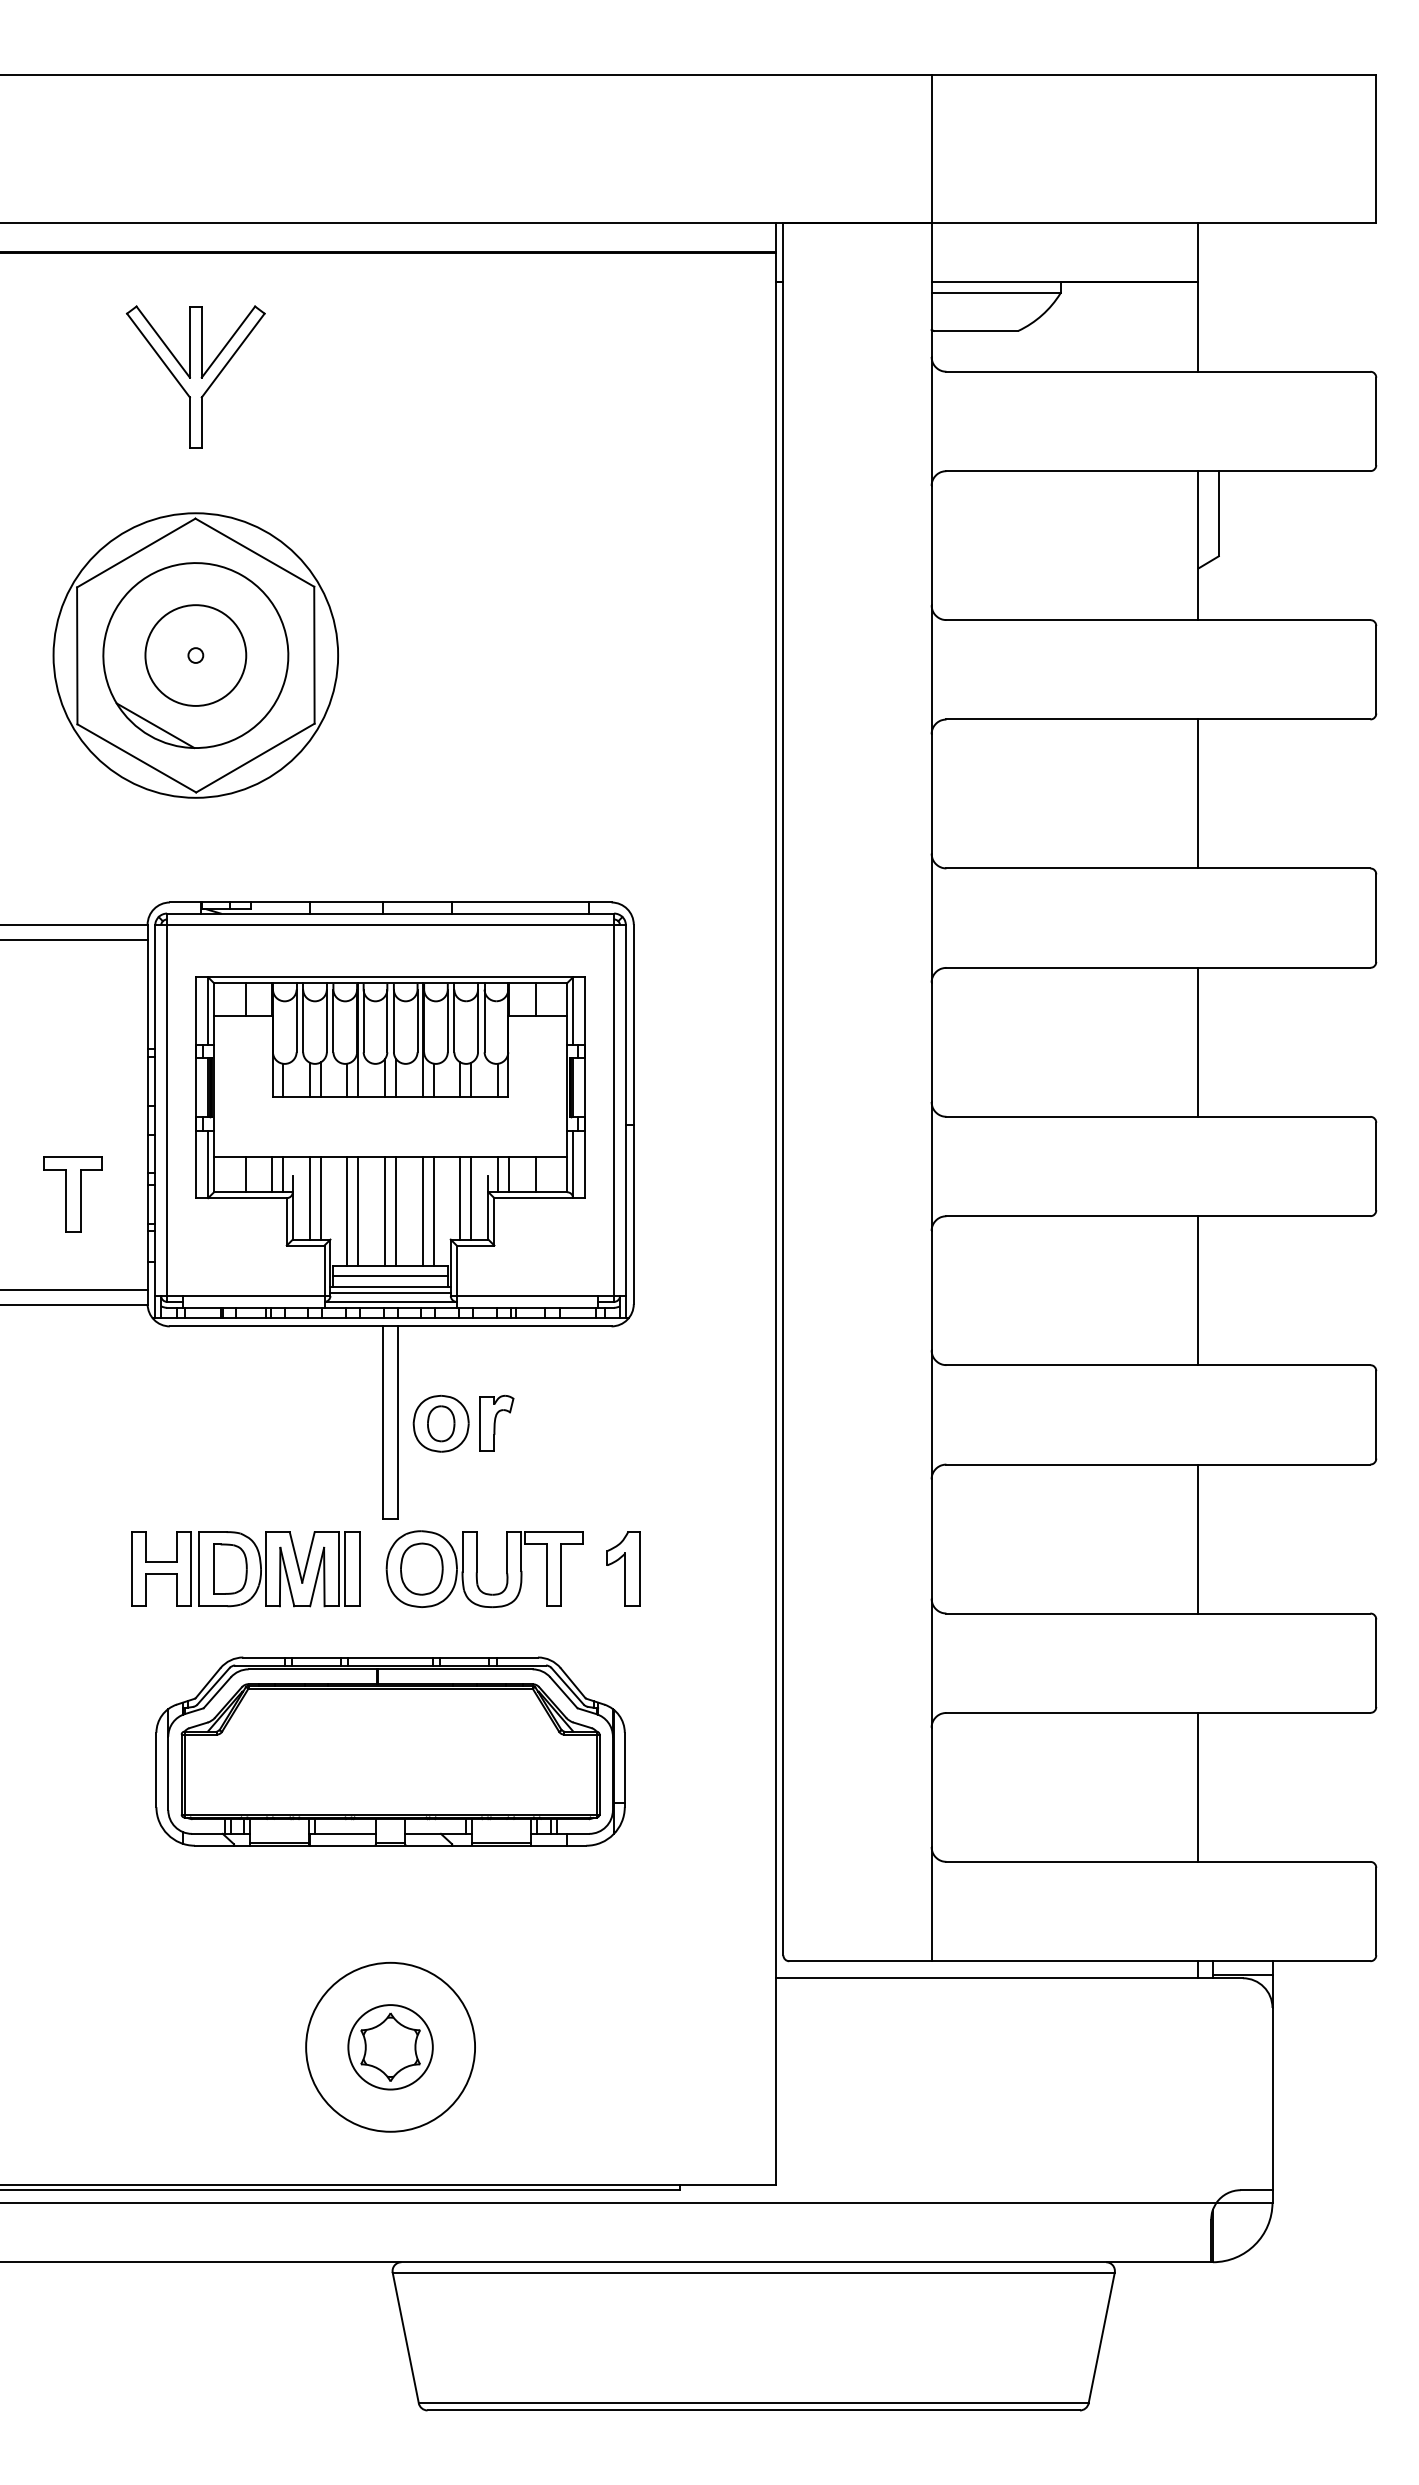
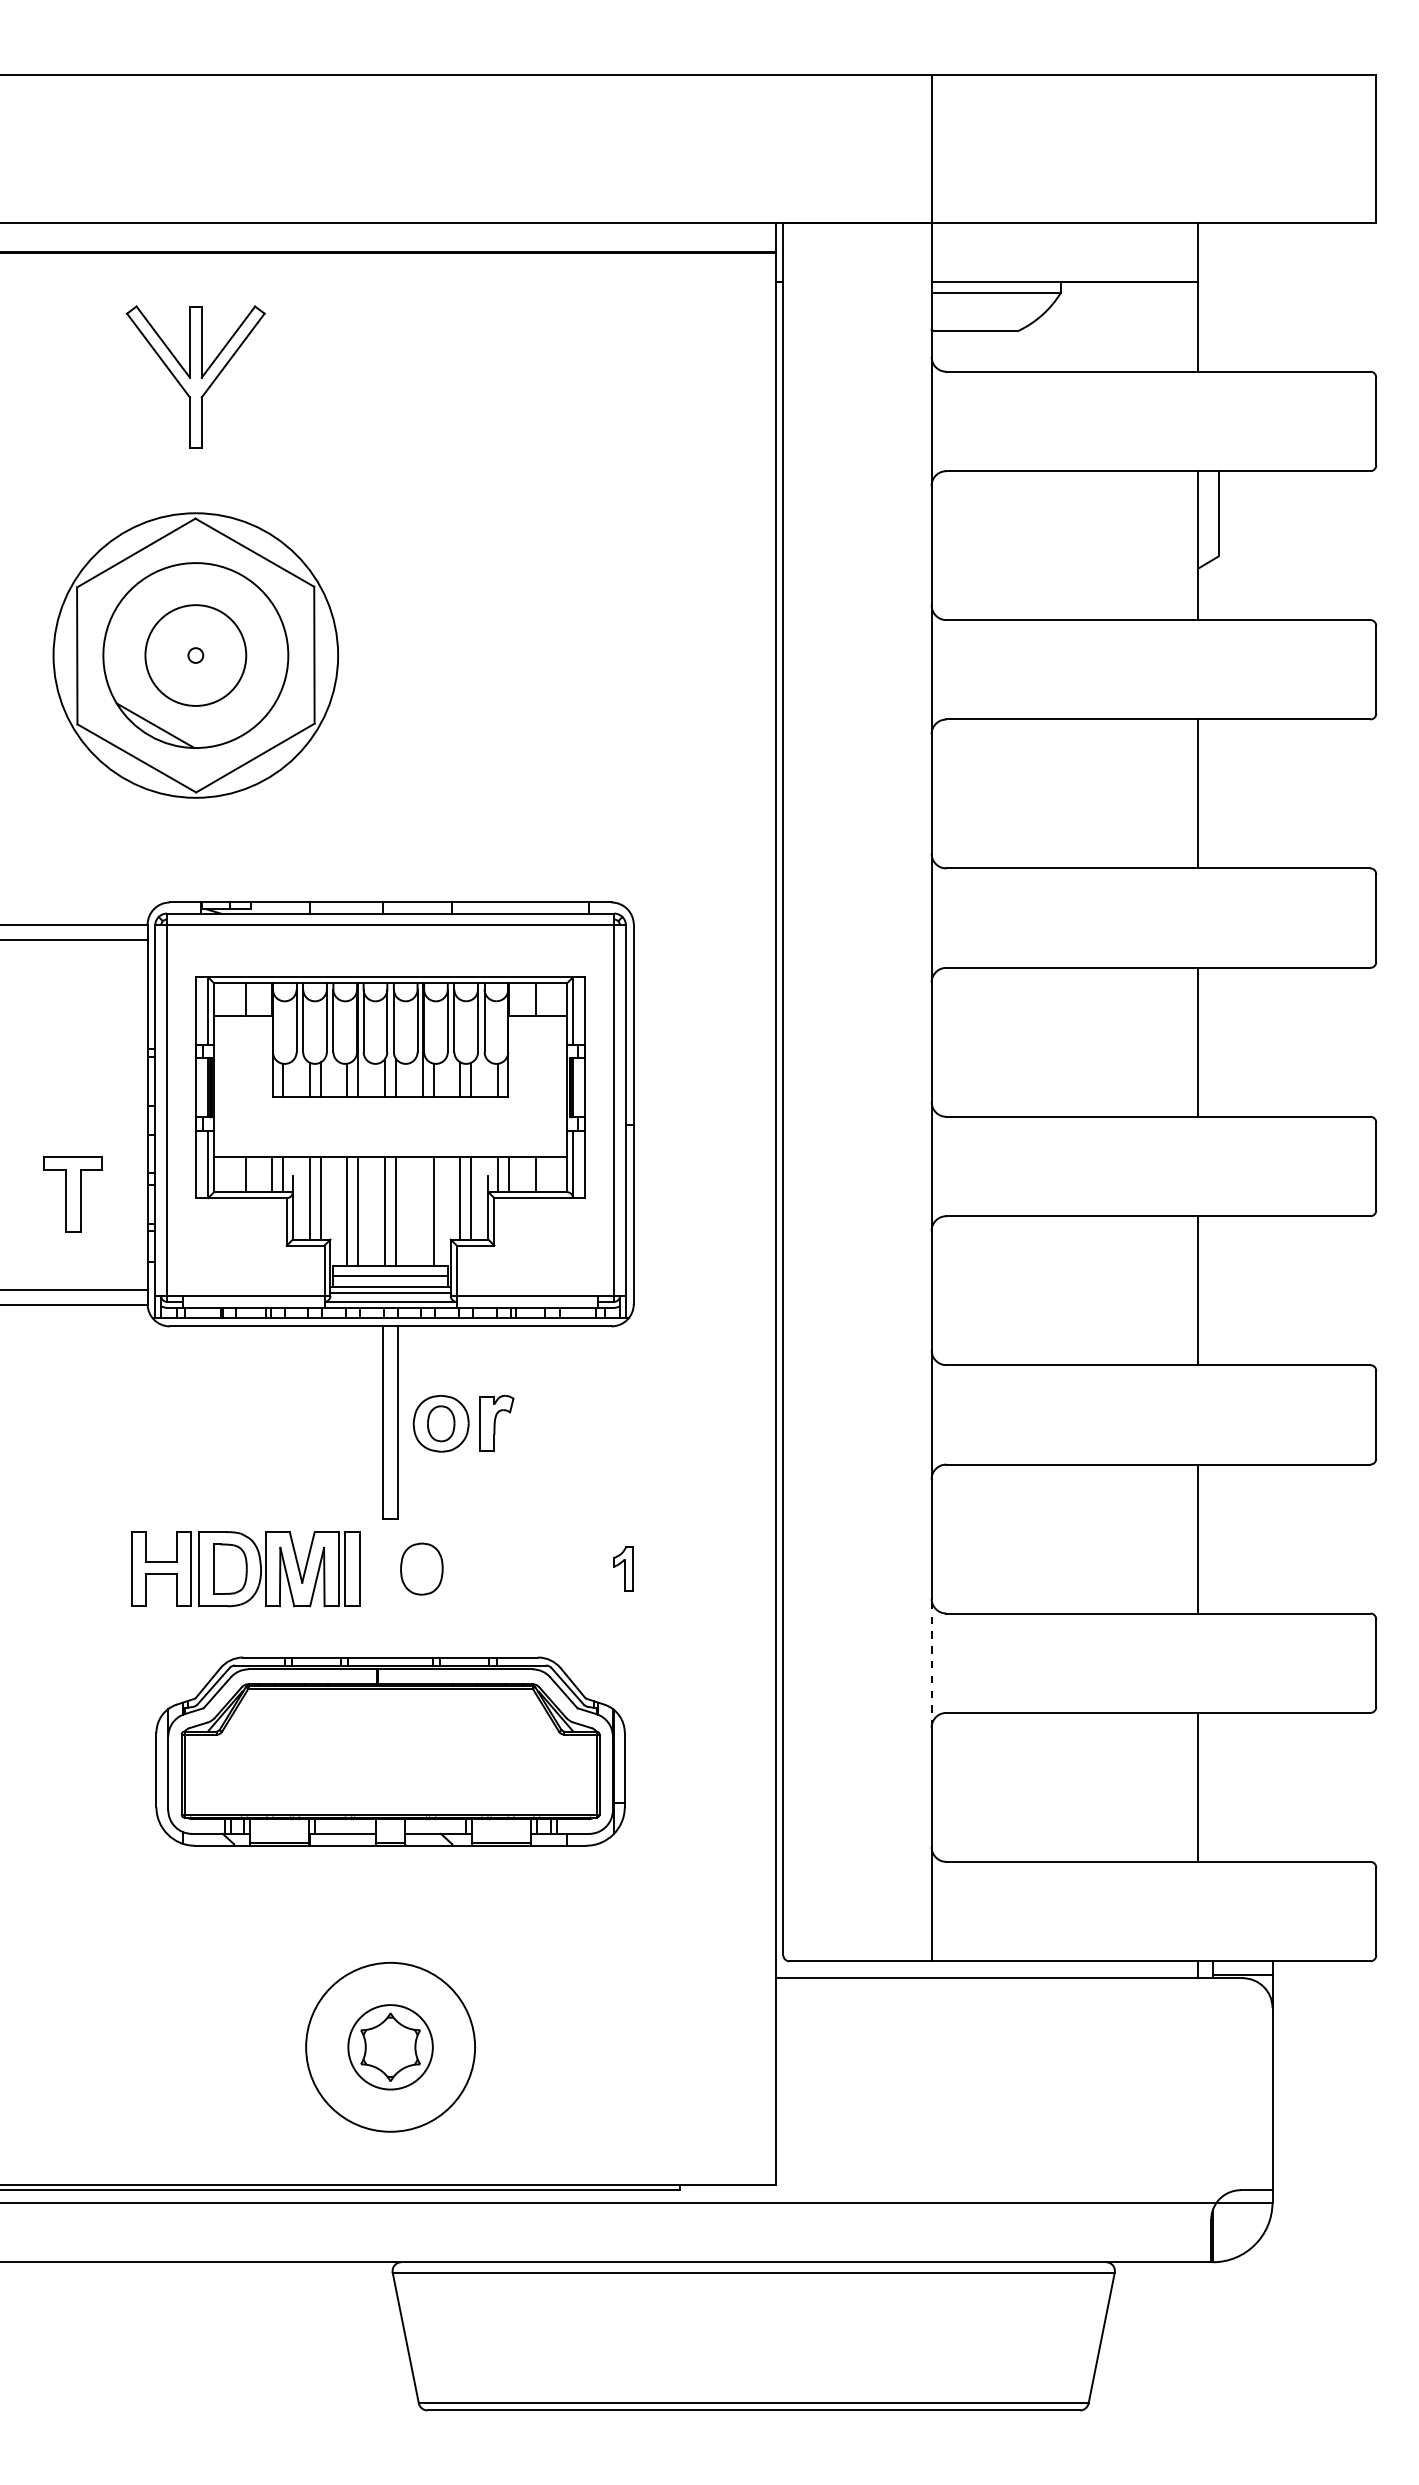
line at (422, 1210): present -> none
part at (623, 1568) size: 35x76 px -> 21x46 px
part at (477, 1569): present -> none
line at (931, 1663): solid -> dashed
